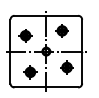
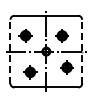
part at (61, 30) position: (61, 30) -> (61, 35)
line at (10, 51): solid -> dashed
line at (82, 51): solid -> dashed
